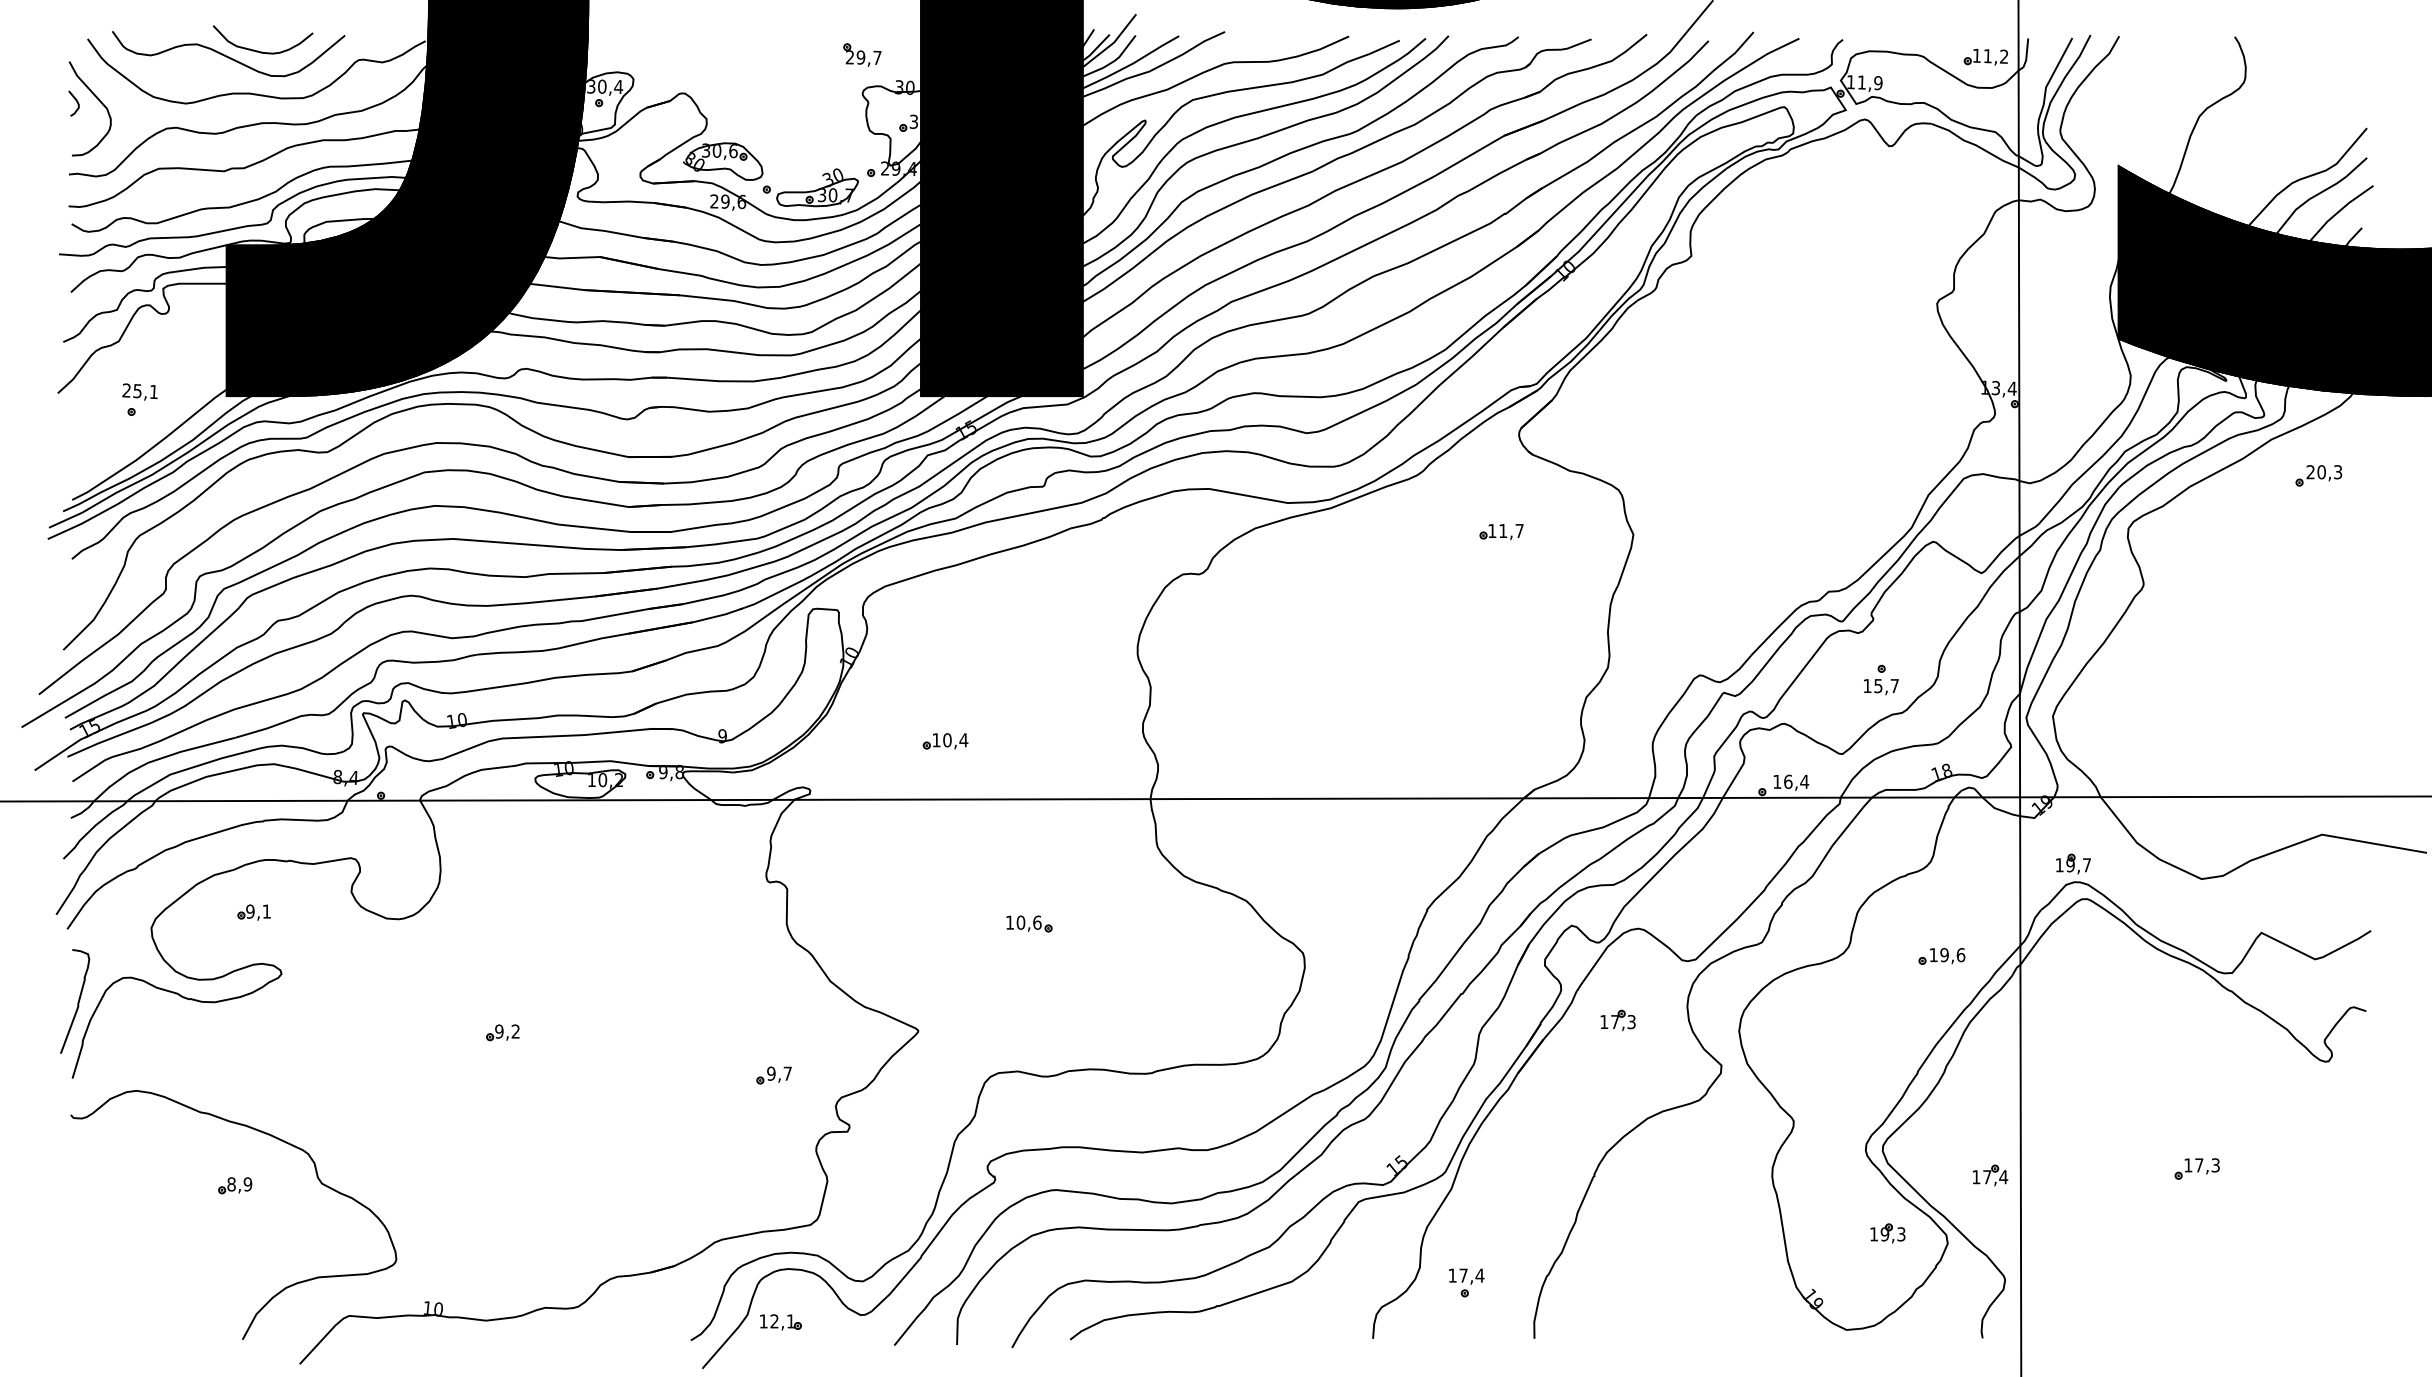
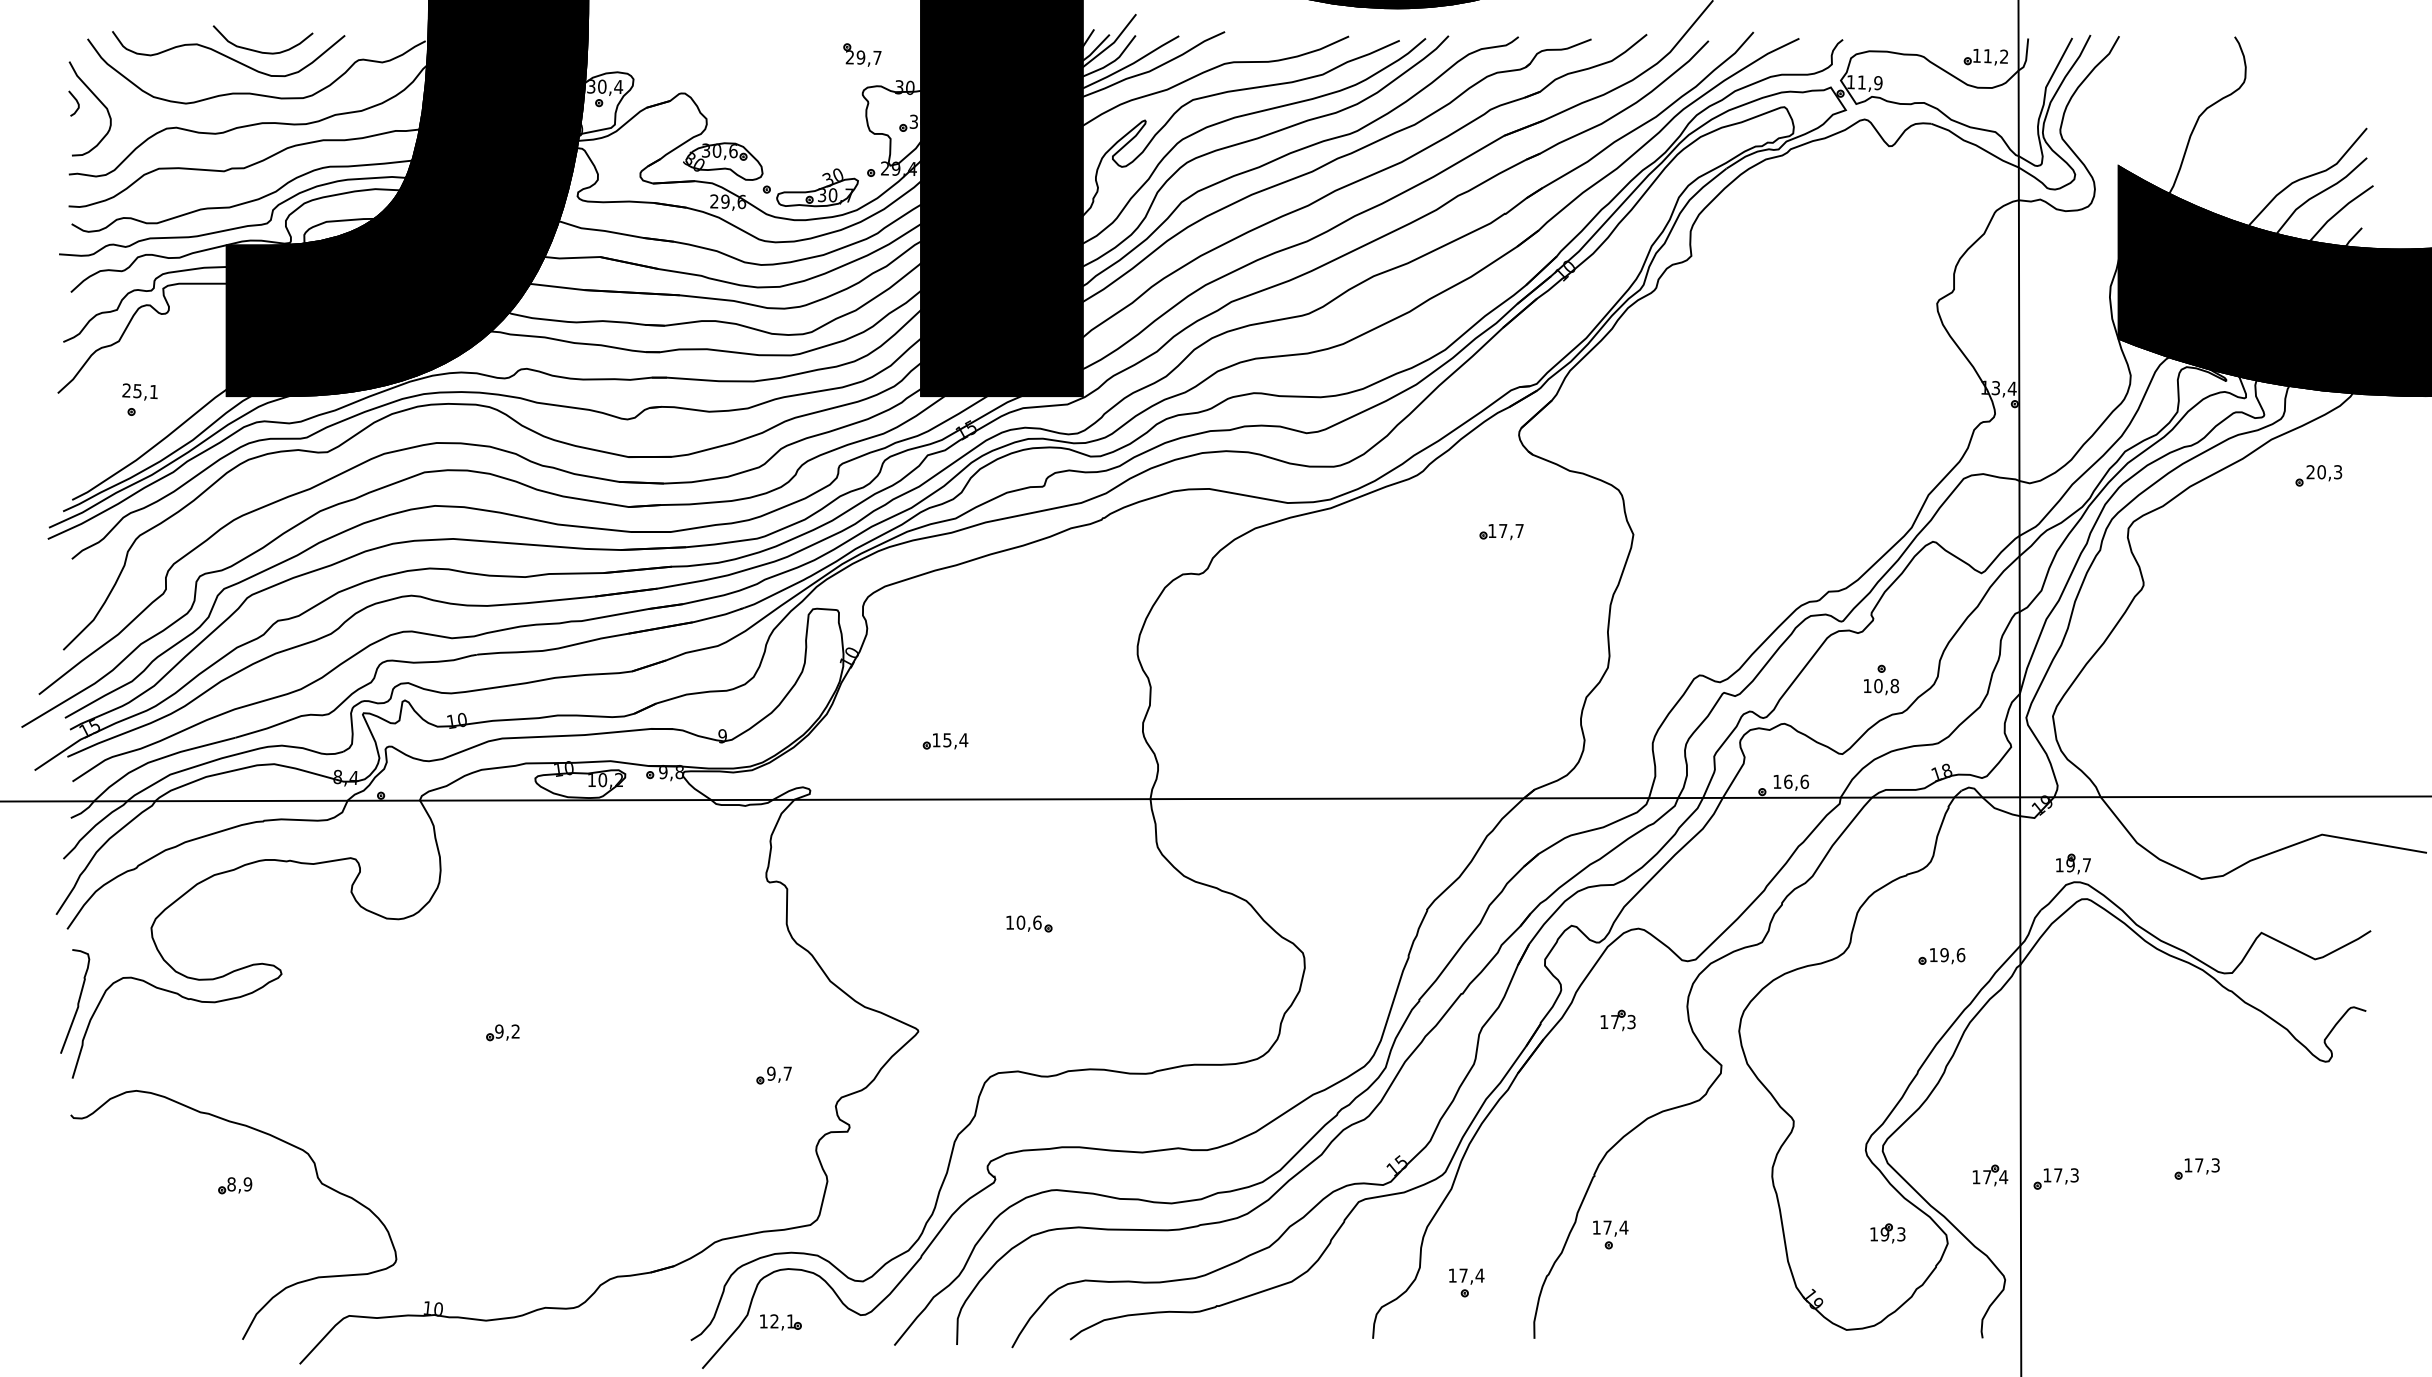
text at (1503, 530): 11,7 -> 17,7
text at (1886, 685): 15,7 -> 10,8
text at (947, 740): 10,4 -> 15,4
text at (1804, 781): 16,4 -> 16,6
part at (253, 912): present -> none
part at (2055, 1178): none -> present
part at (1610, 1234): none -> present
